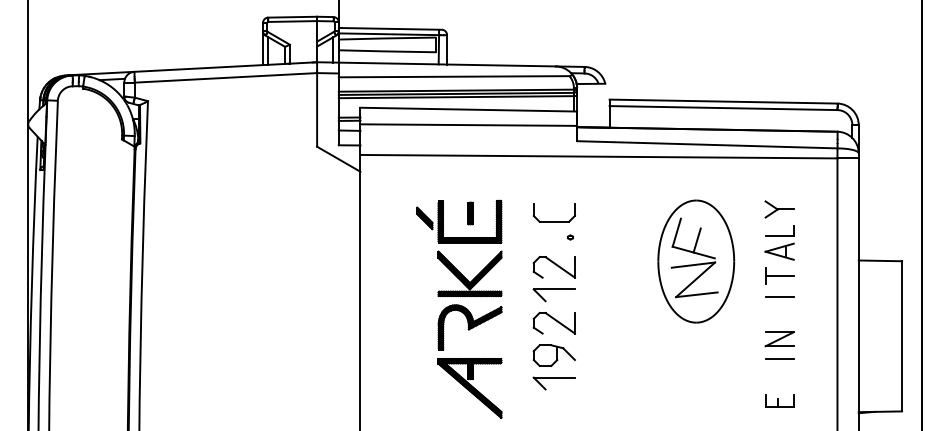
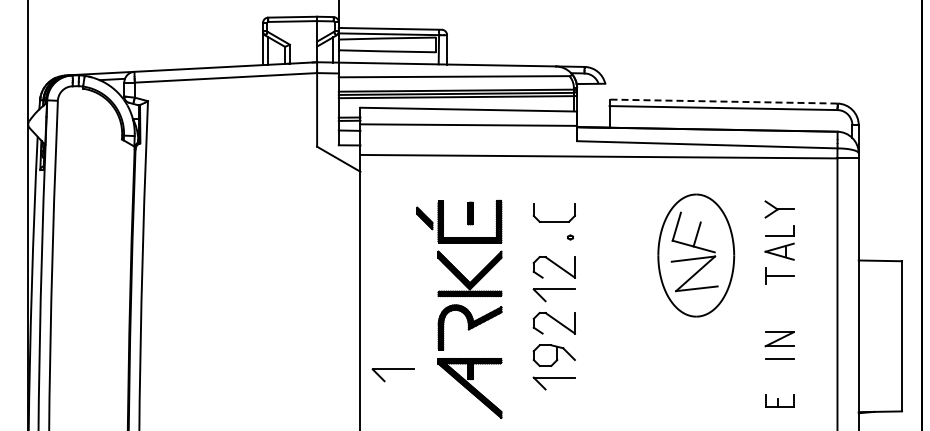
line at (723, 101): solid -> dashed
part at (696, 261) position: (696, 261) -> (696, 255)
line at (779, 296): present -> none
part at (392, 375): none -> present
